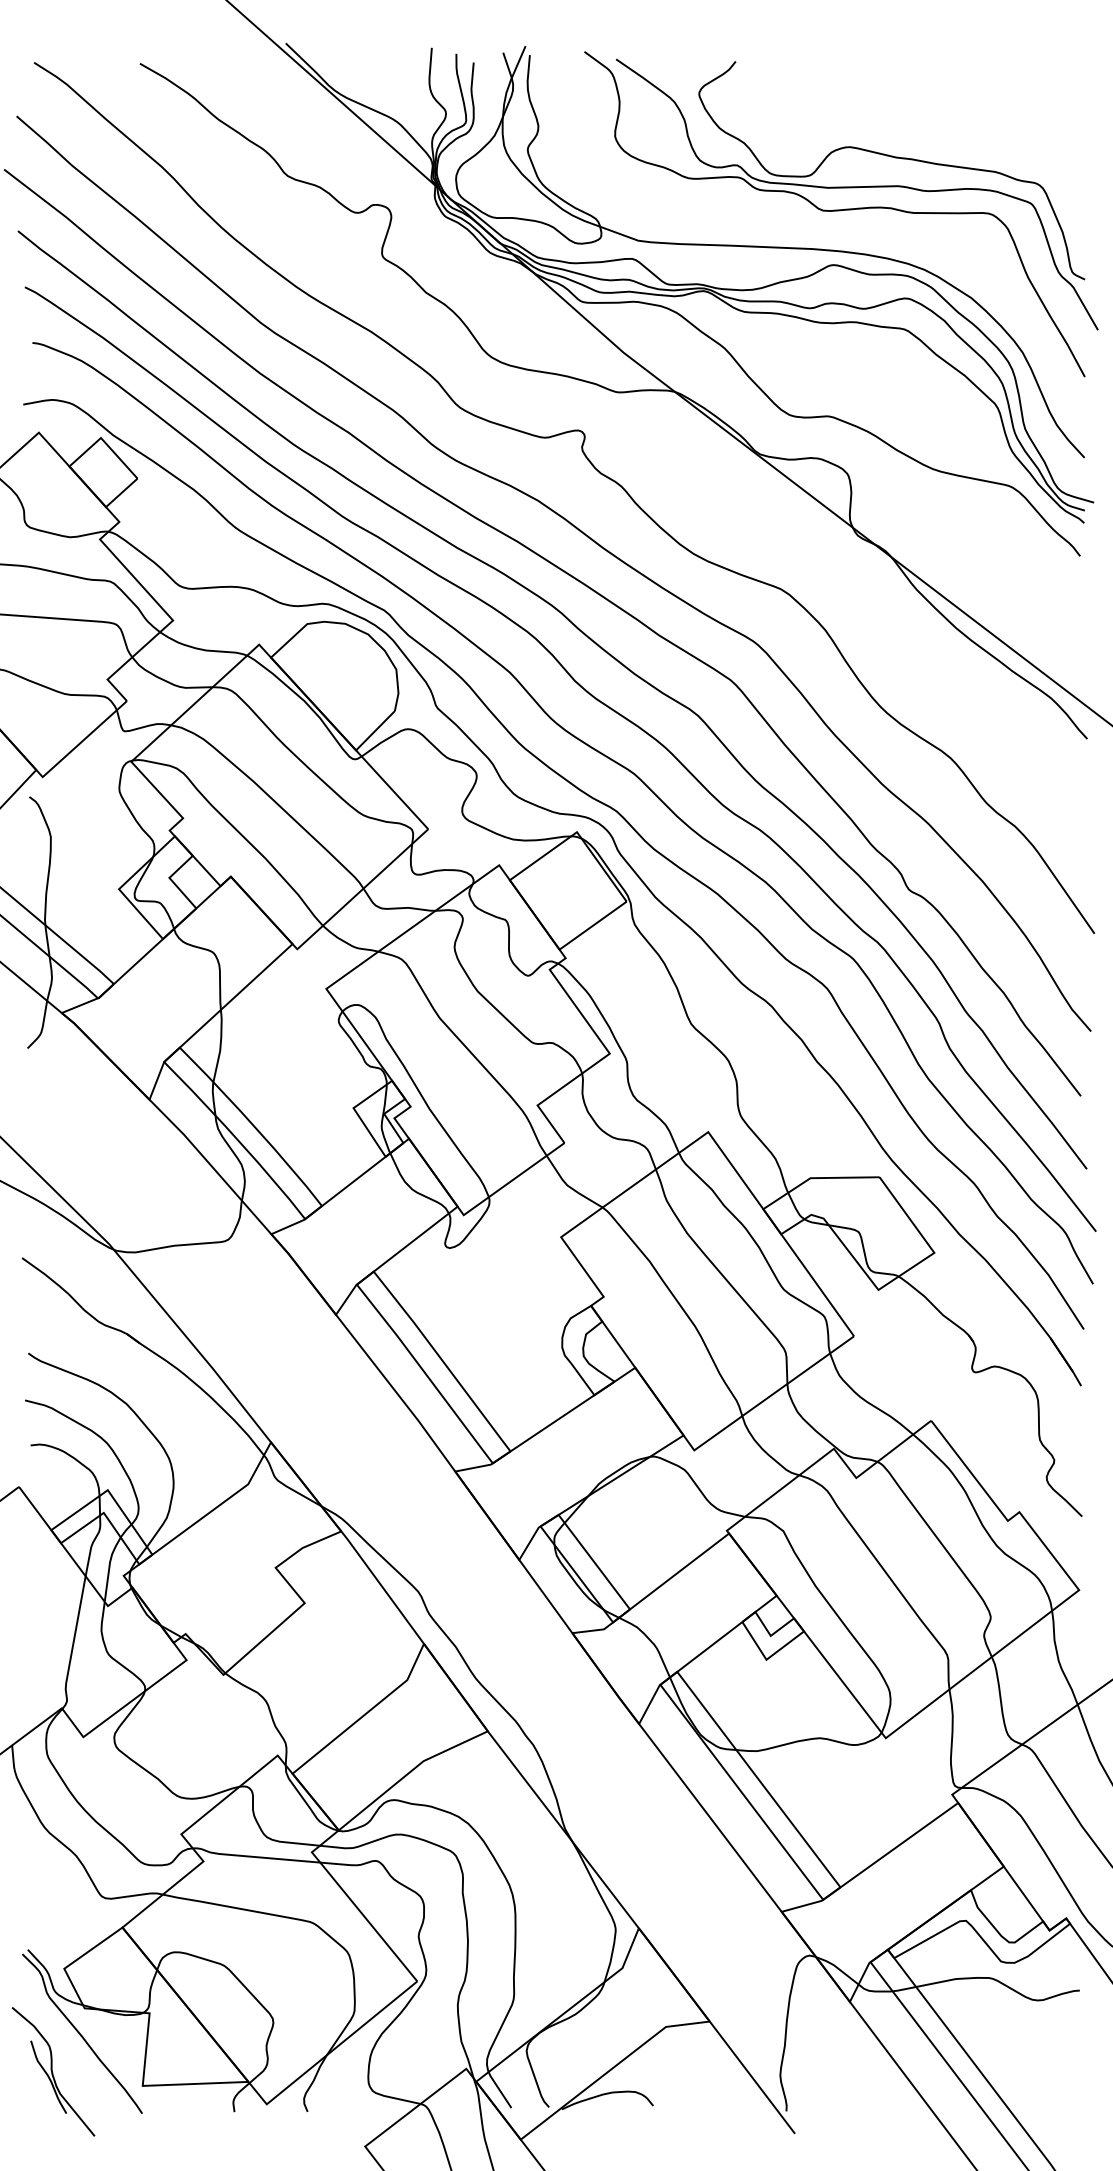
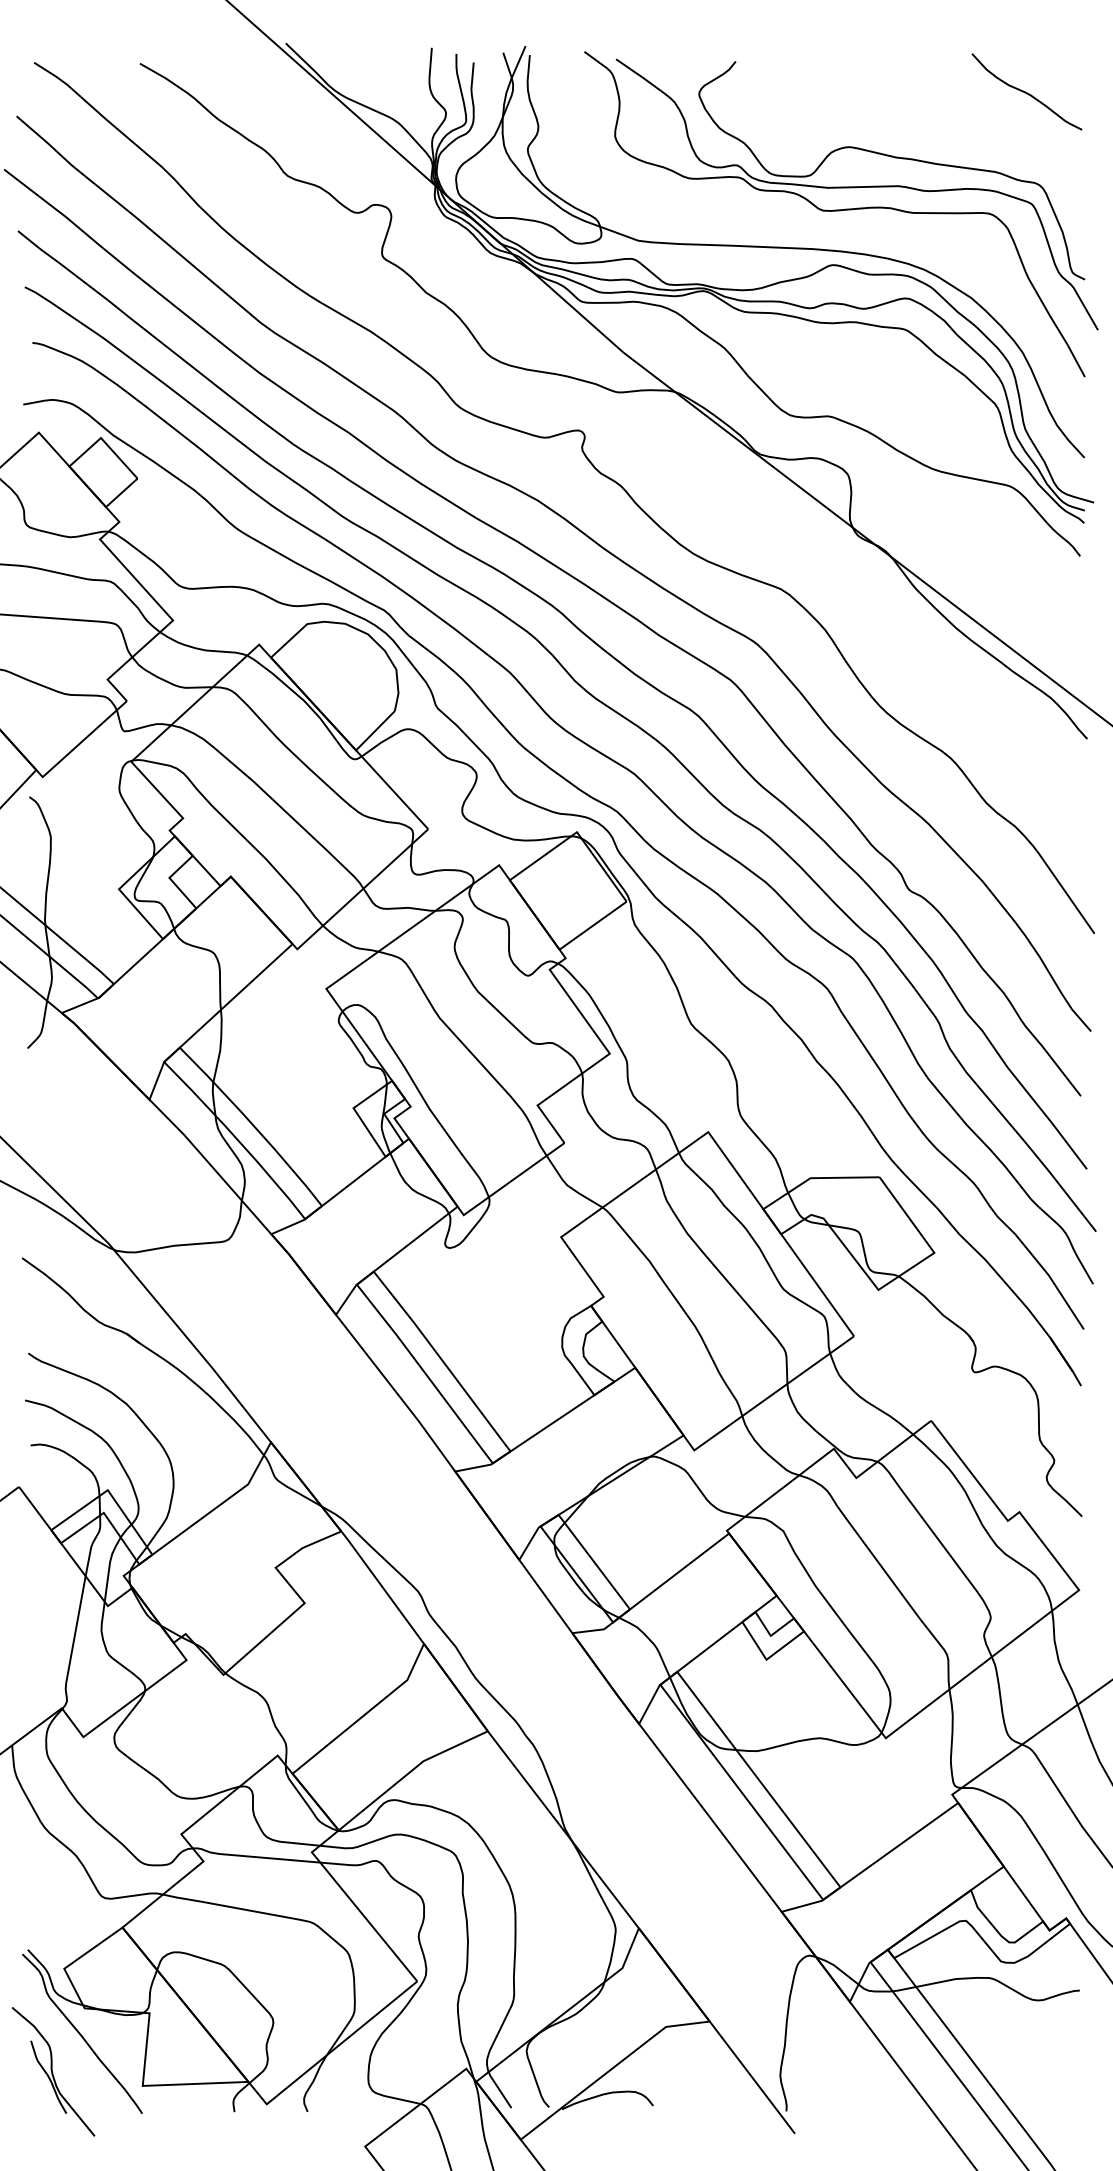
curve at (1025, 91): none -> present
